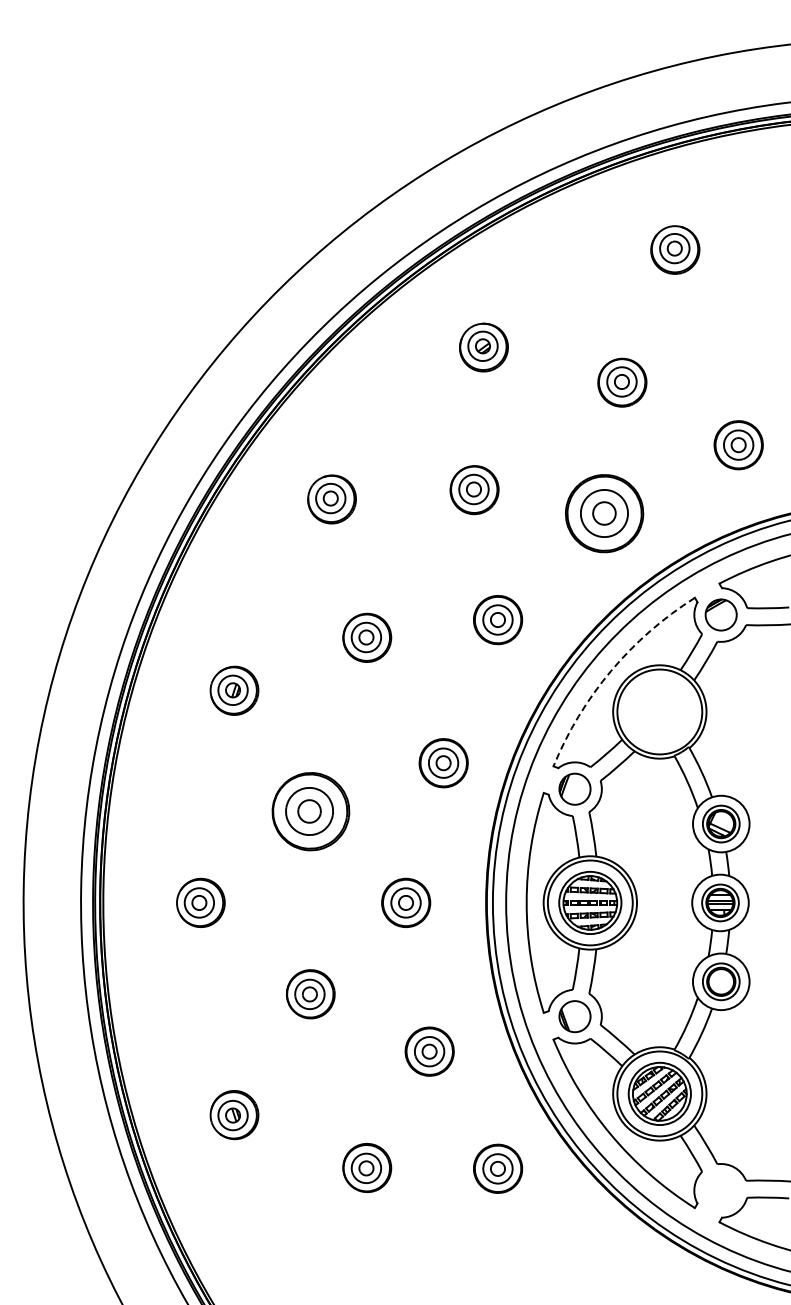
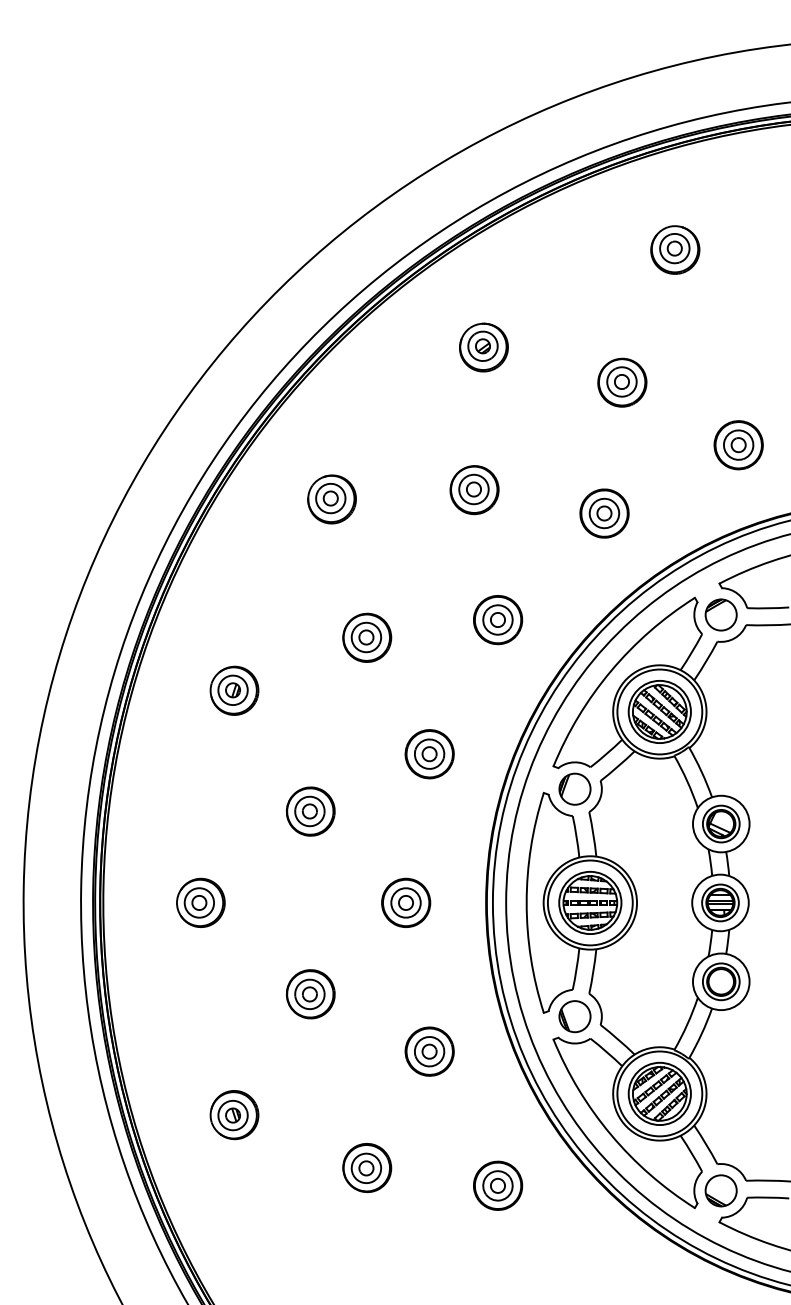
part at (604, 513) size: 80x80 px -> 51x51 px
arc at (611, 671): dashed -> solid
part at (659, 711): none -> present
part at (443, 763) position: (443, 763) -> (429, 754)
part at (310, 811) size: 80x80 px -> 51x51 px
part at (498, 1168) position: (498, 1168) -> (498, 1185)
part at (720, 1190): none -> present
